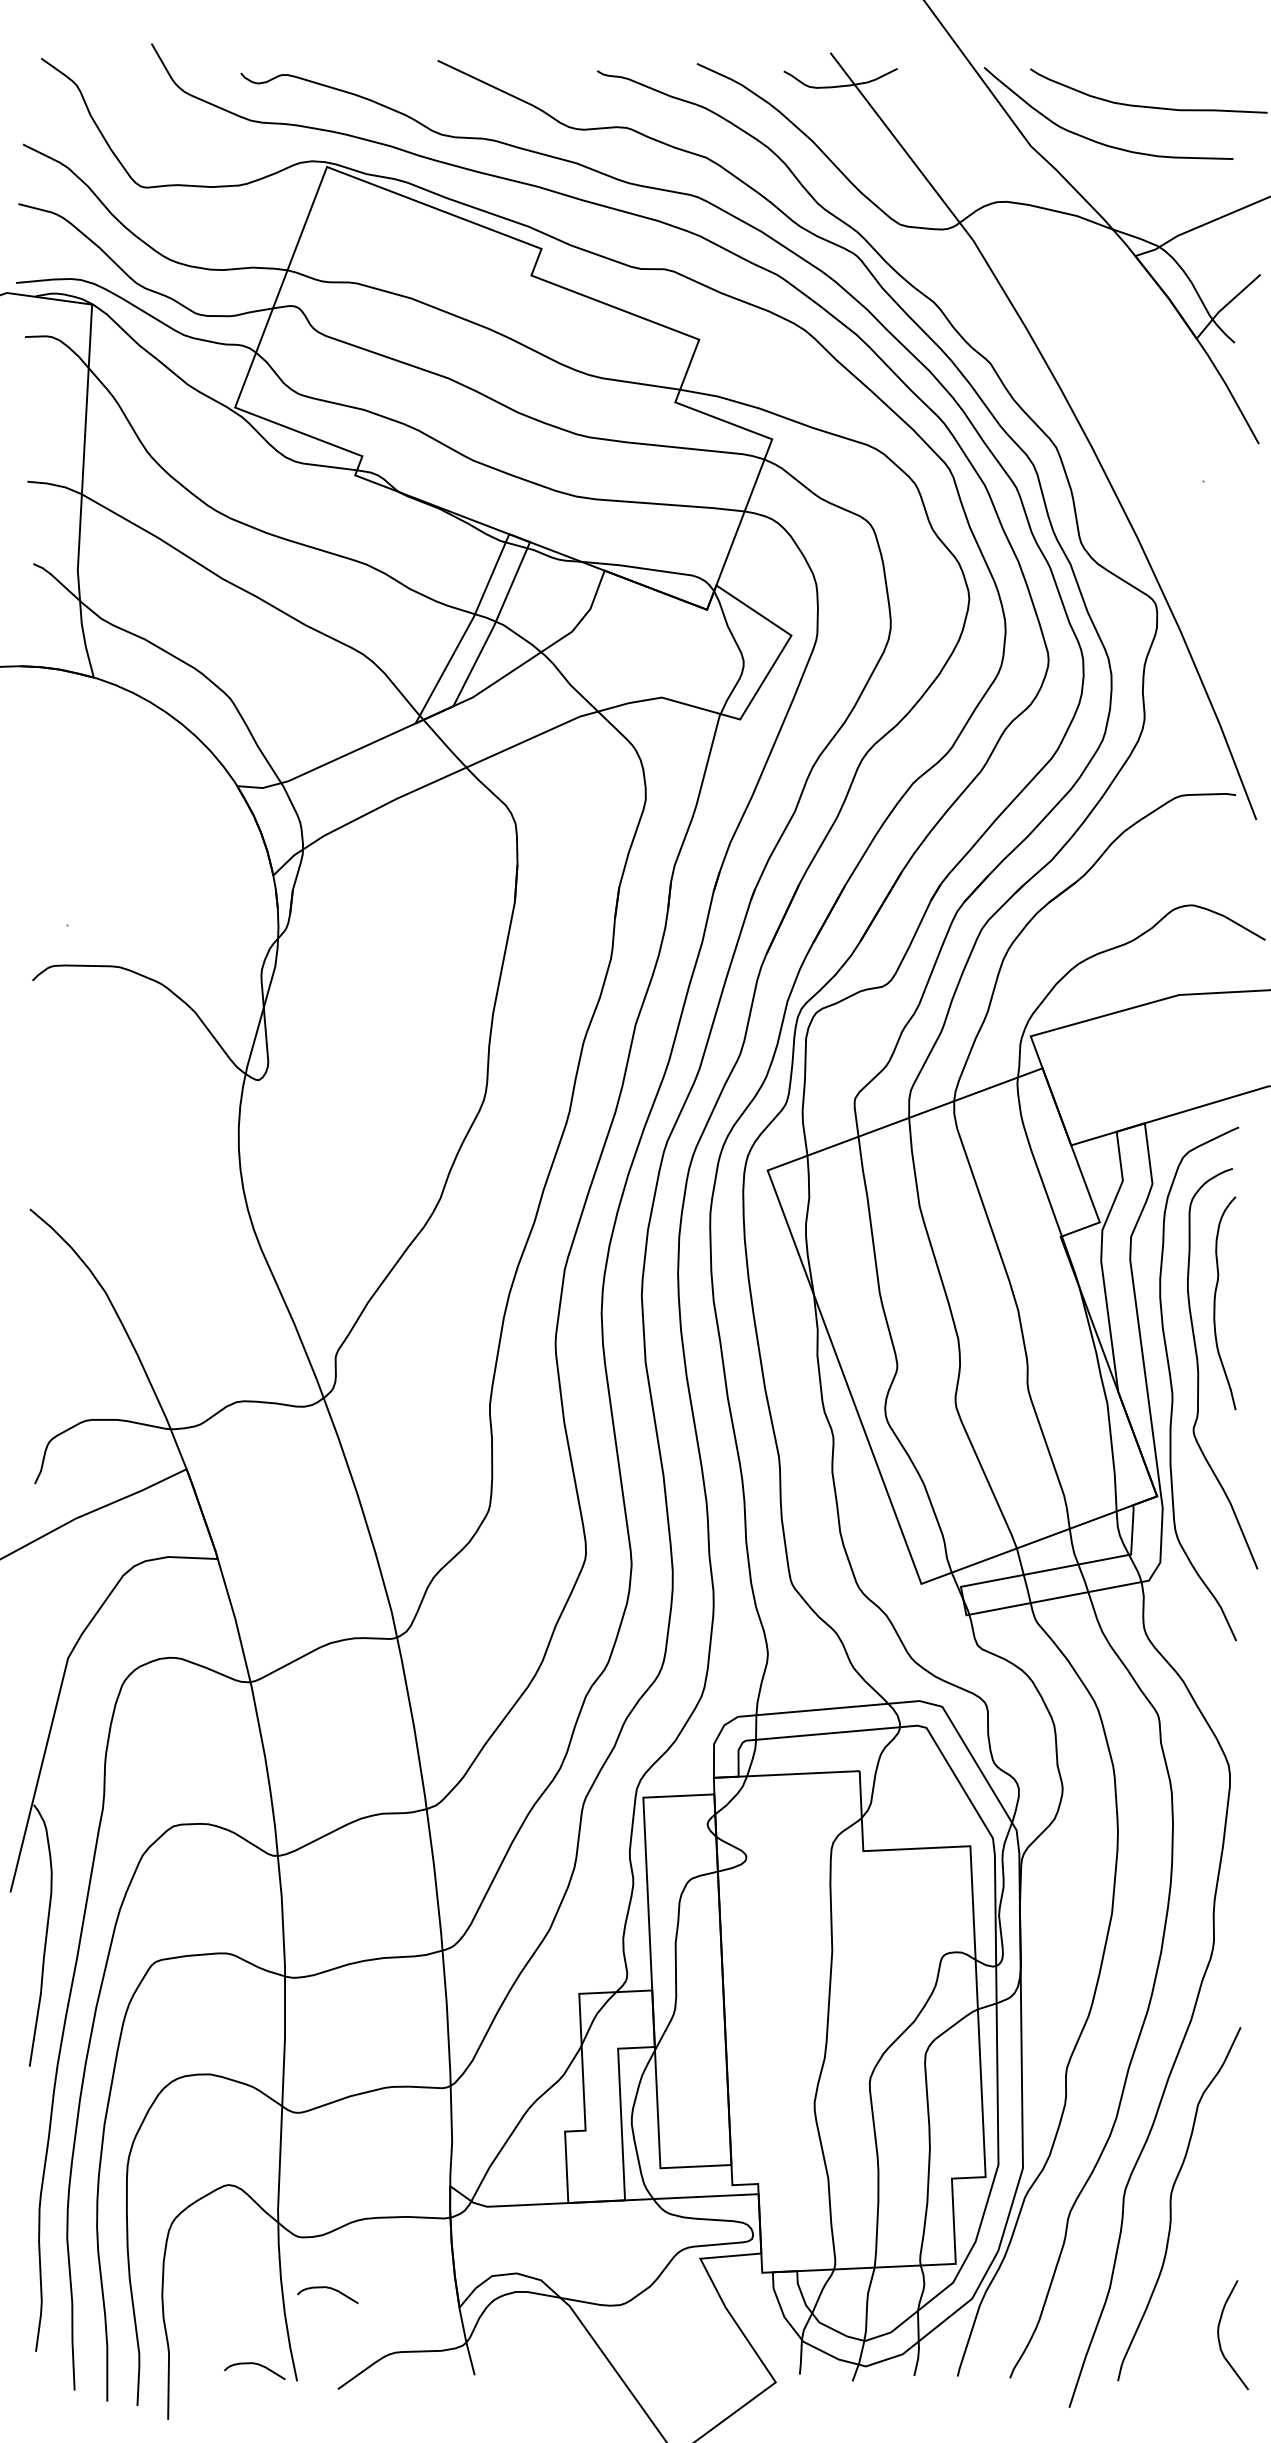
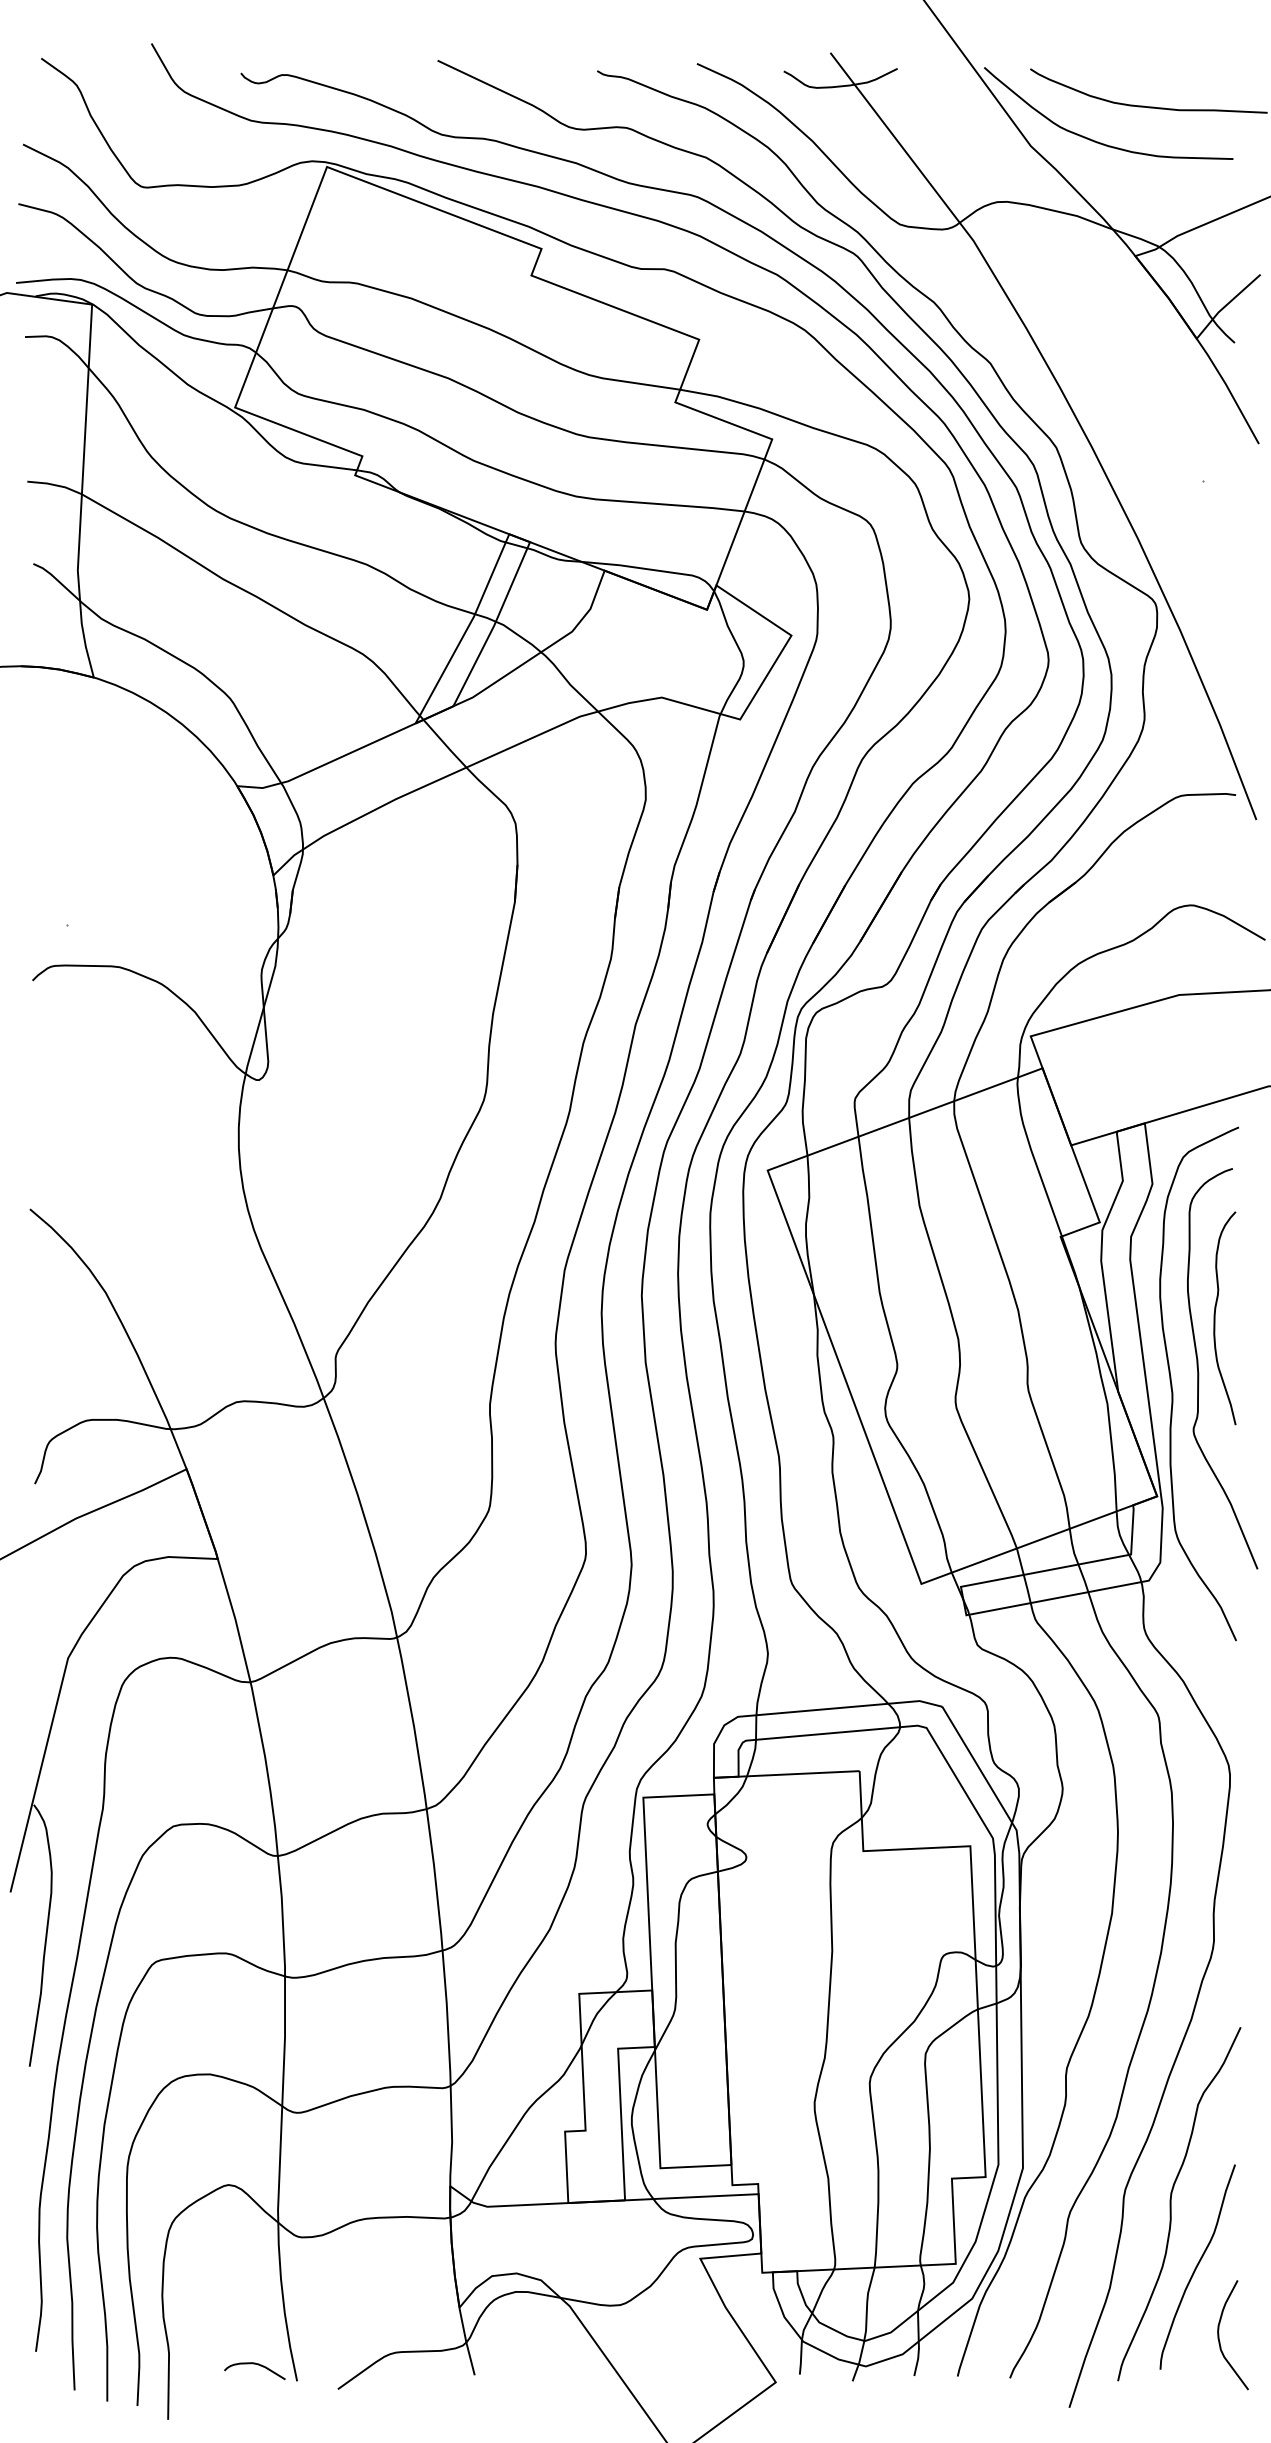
curve at (1215, 1303) position: (1215, 1303) -> (1215, 1318)
curve at (1197, 2266): none -> present
curve at (330, 2289): present -> none
